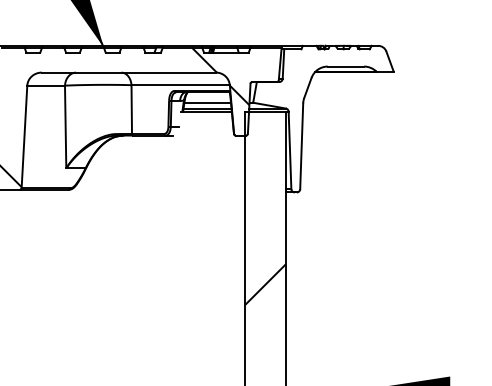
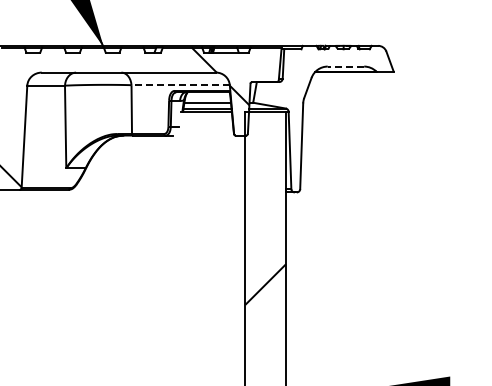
line at (345, 66): solid -> dashed
line at (180, 85): solid -> dashed
